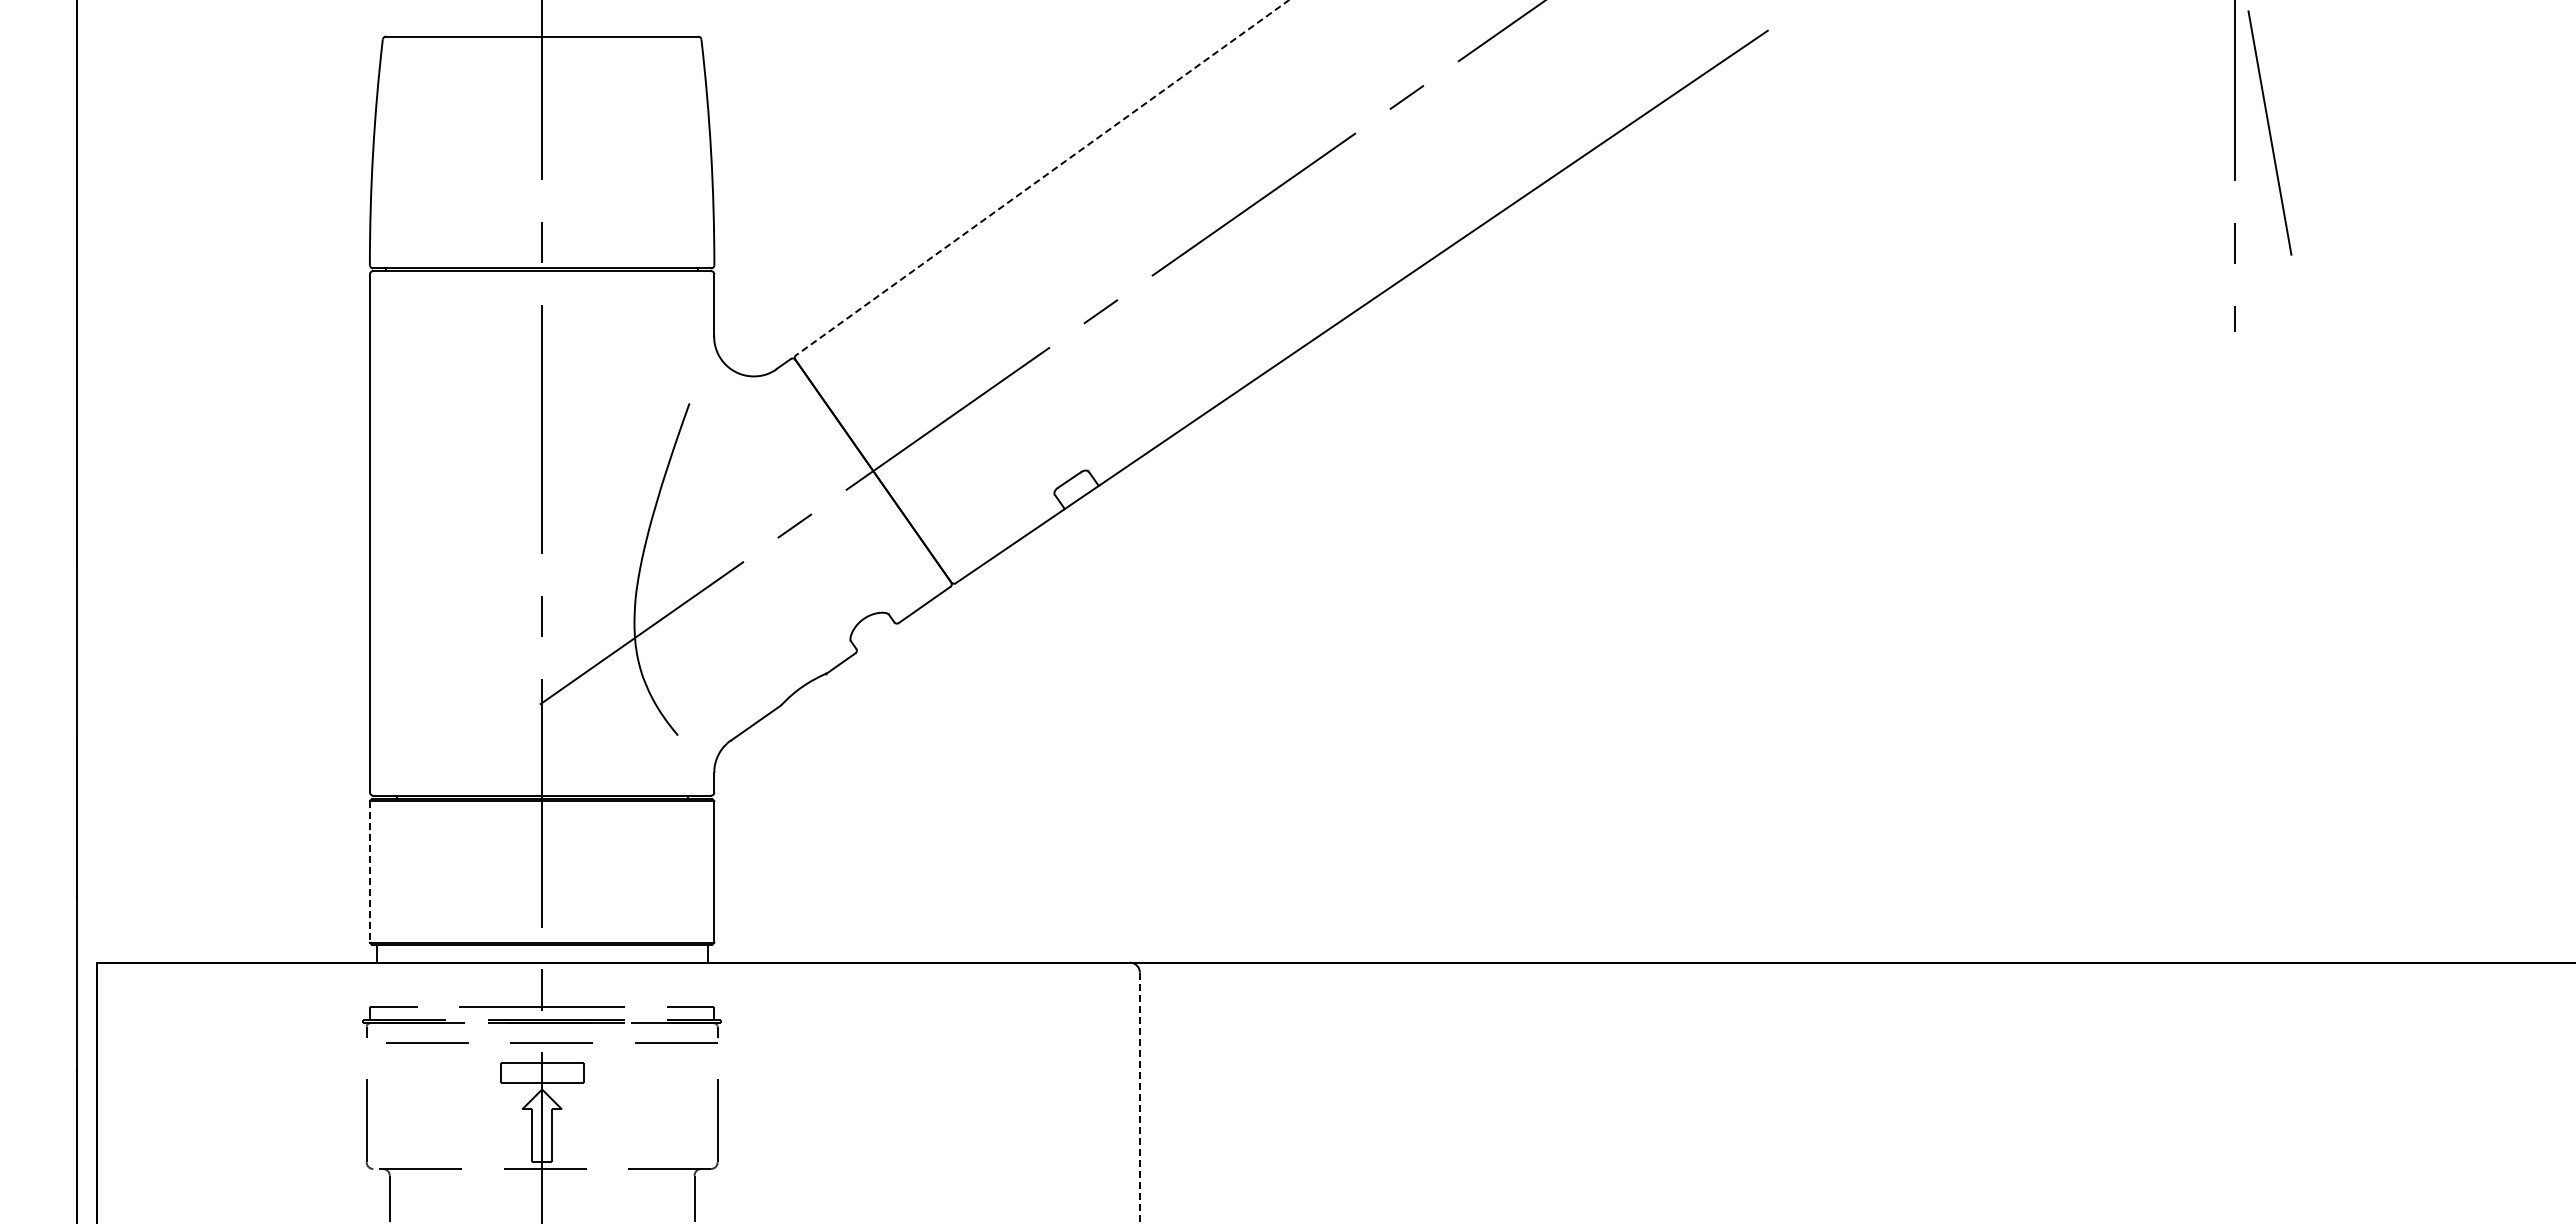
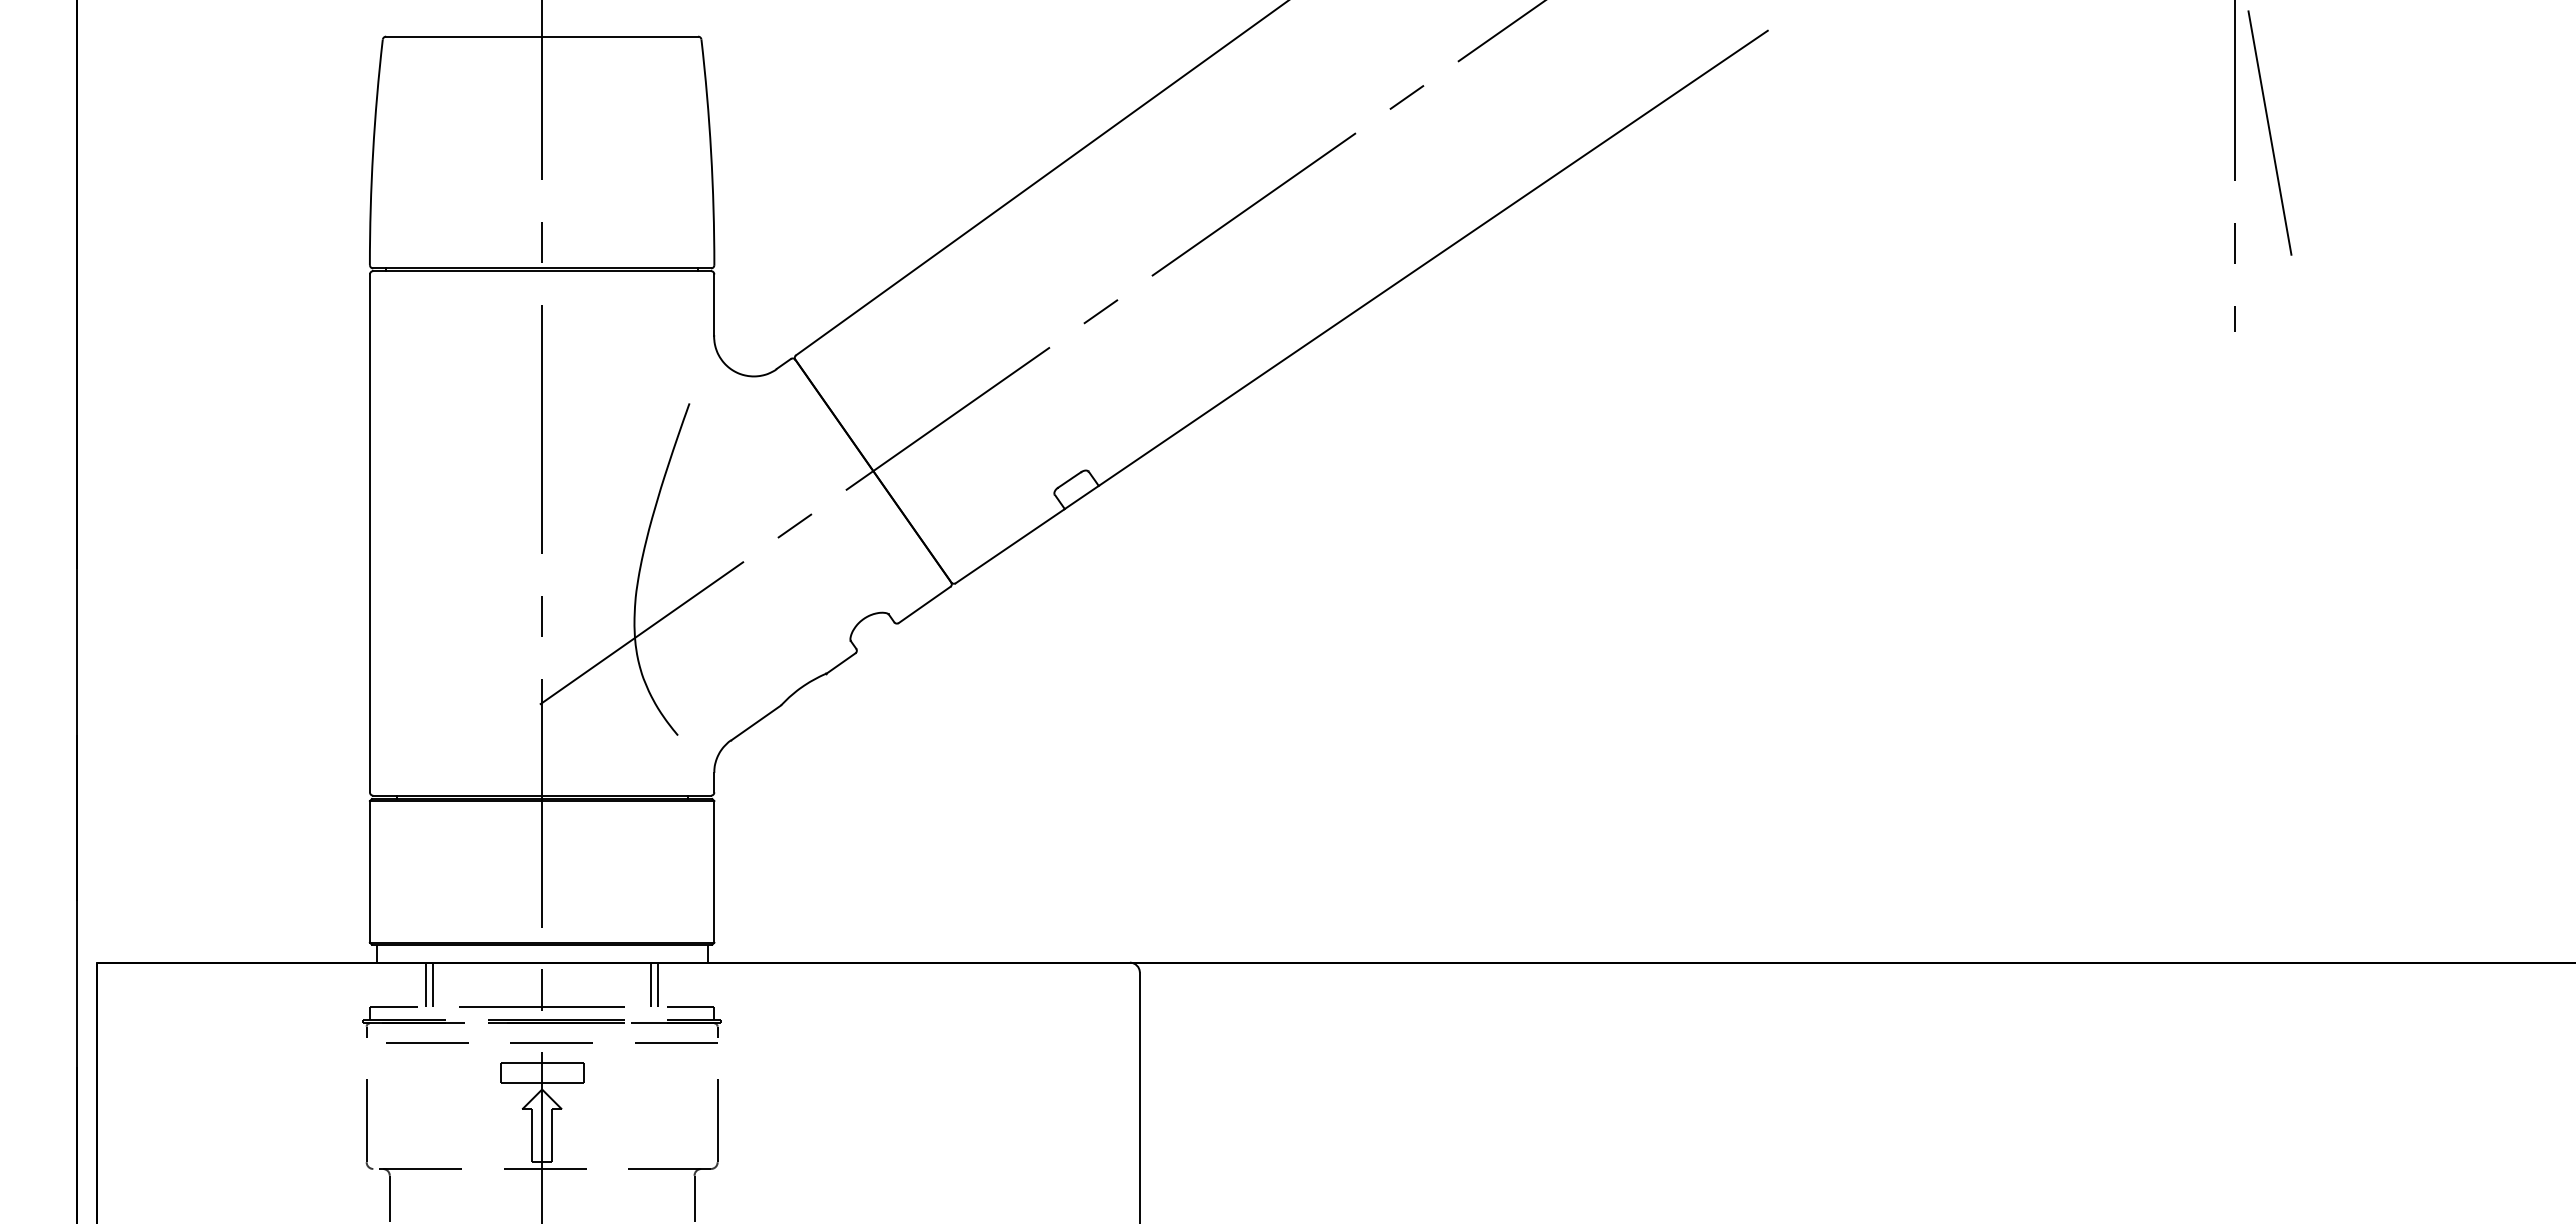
line at (1042, 177): dashed -> solid
line at (369, 871): dashed -> solid
line at (426, 984): none -> present
line at (432, 984): none -> present
line at (651, 984): none -> present
line at (658, 984): none -> present
line at (1139, 1098): dashed -> solid
